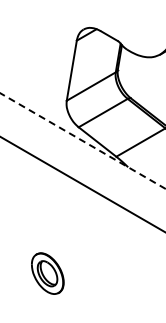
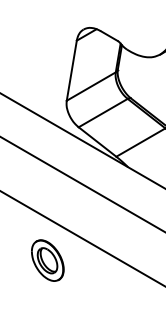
line at (83, 141): dashed -> solid
line at (82, 238): none -> present
part at (47, 273) position: (47, 273) -> (47, 260)
